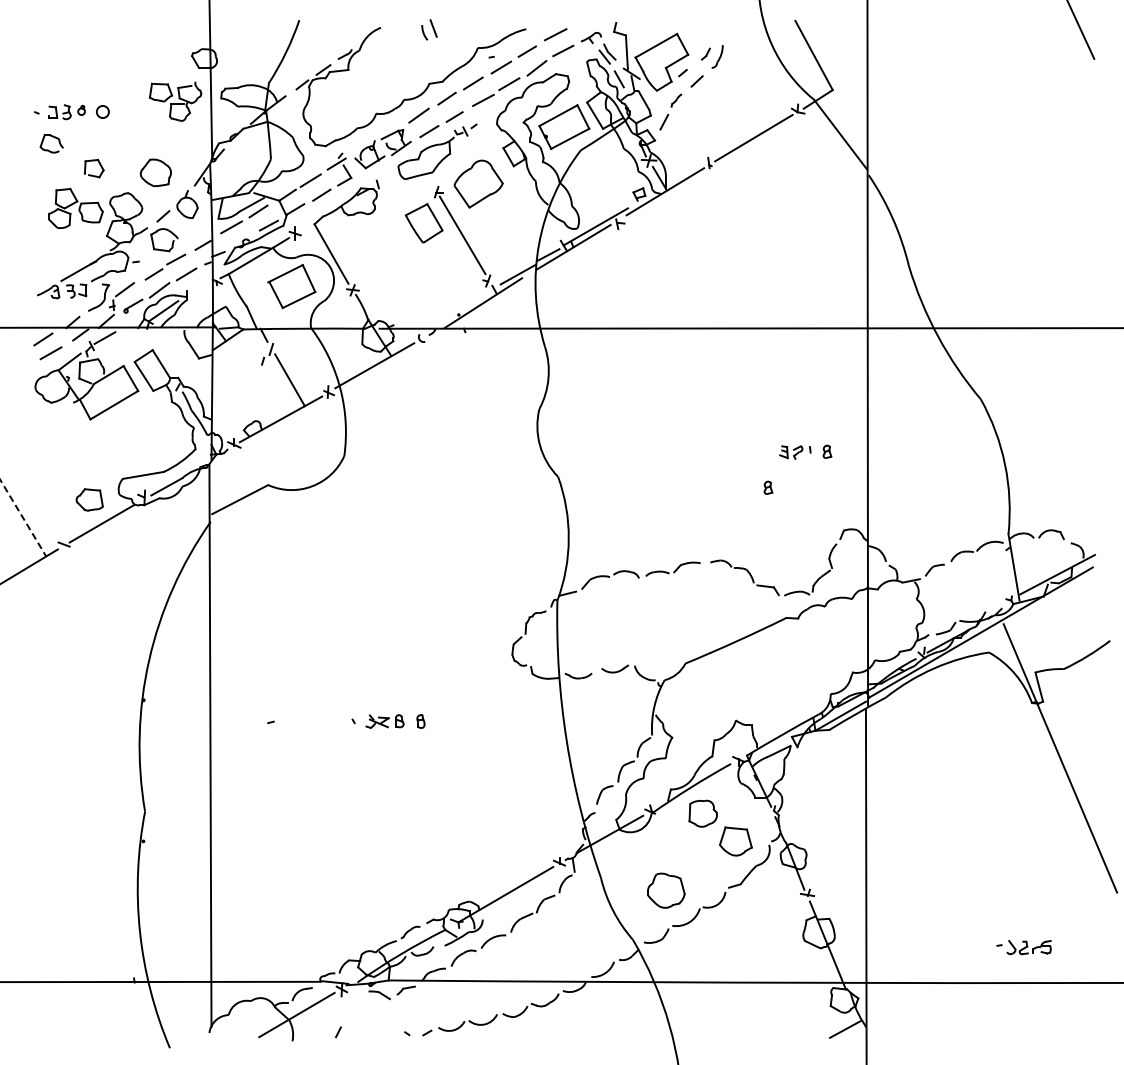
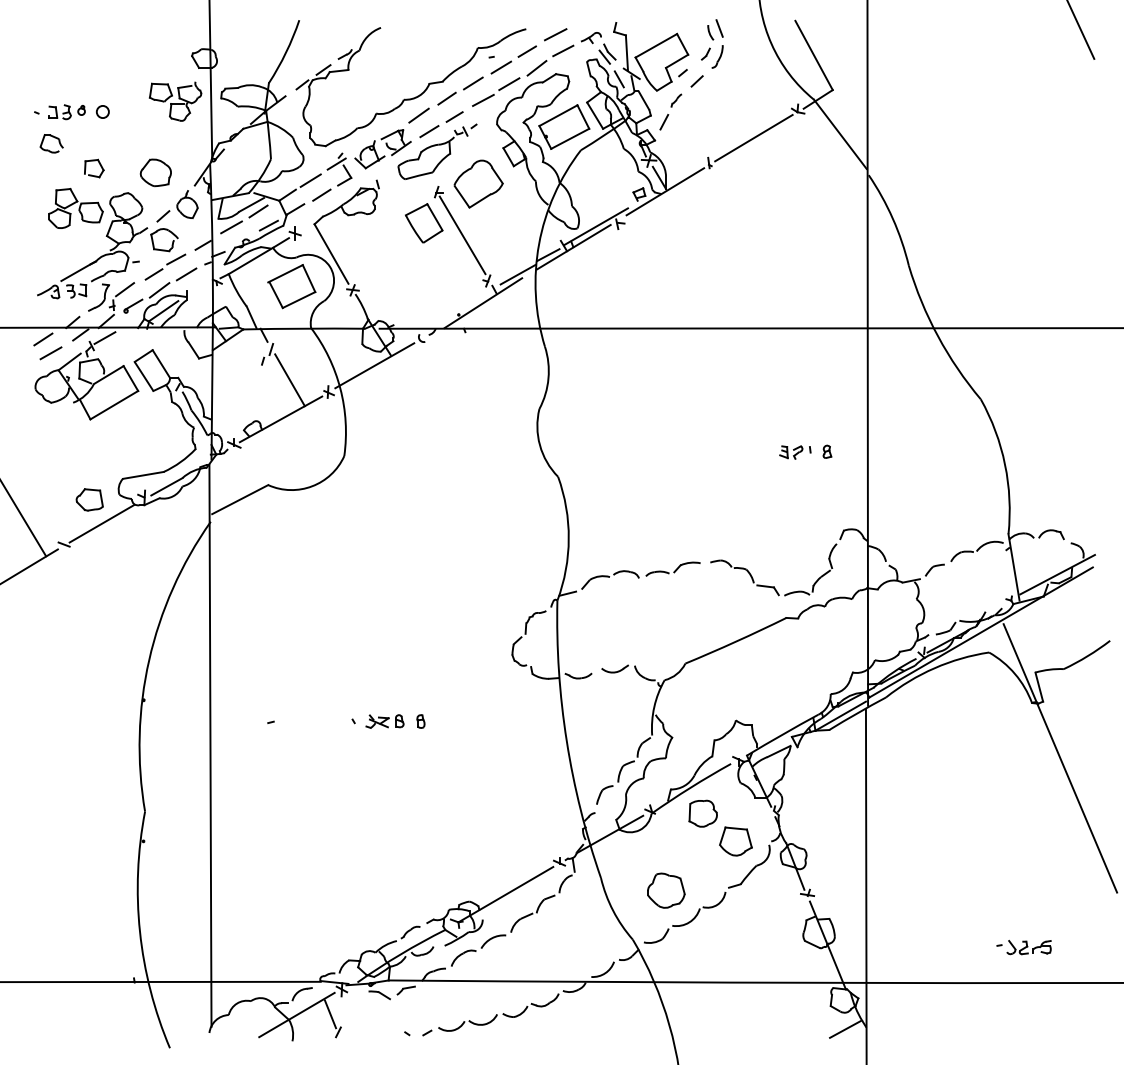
part at (429, 29) position: (429, 29) -> (715, 29)
part at (768, 487): present -> none
line at (23, 518): dashed -> solid
line at (330, 1014): none -> present
